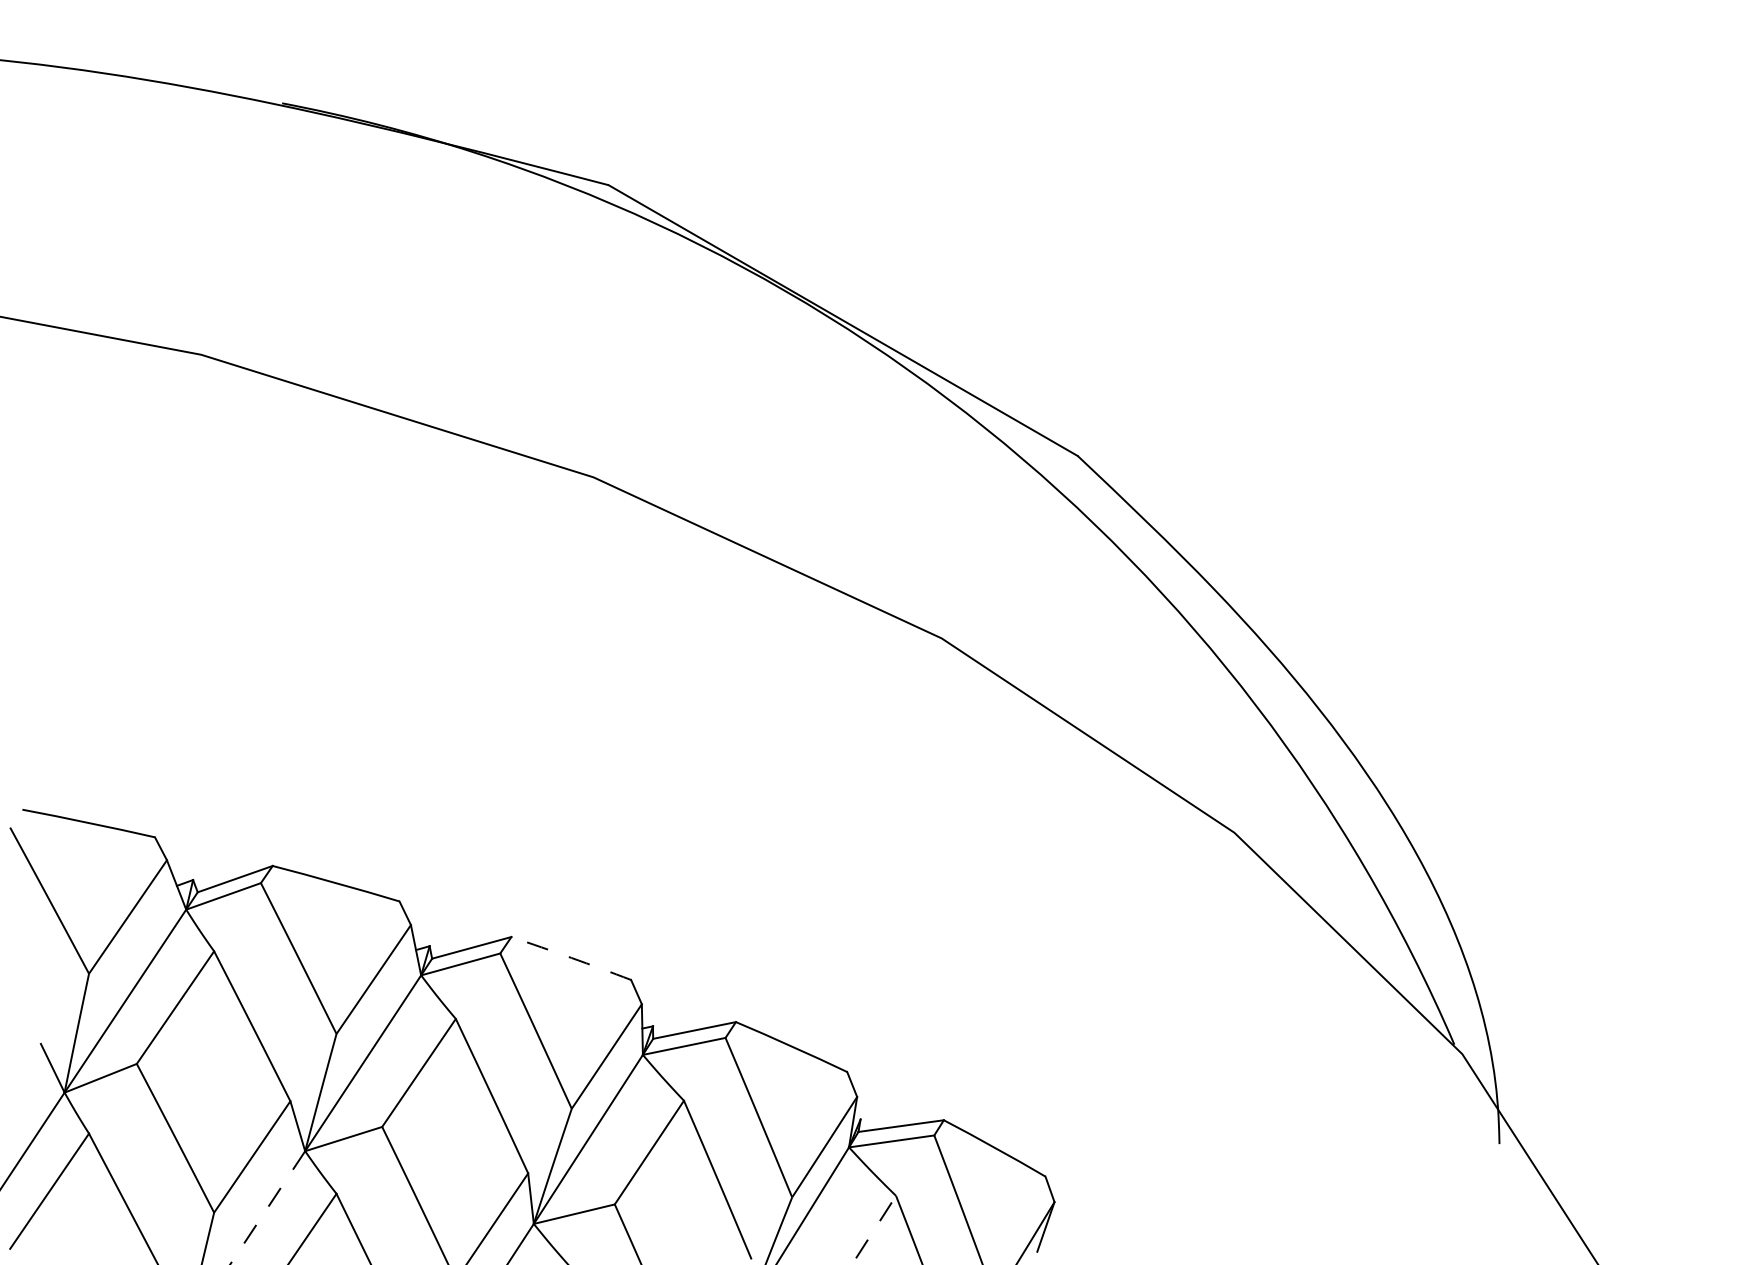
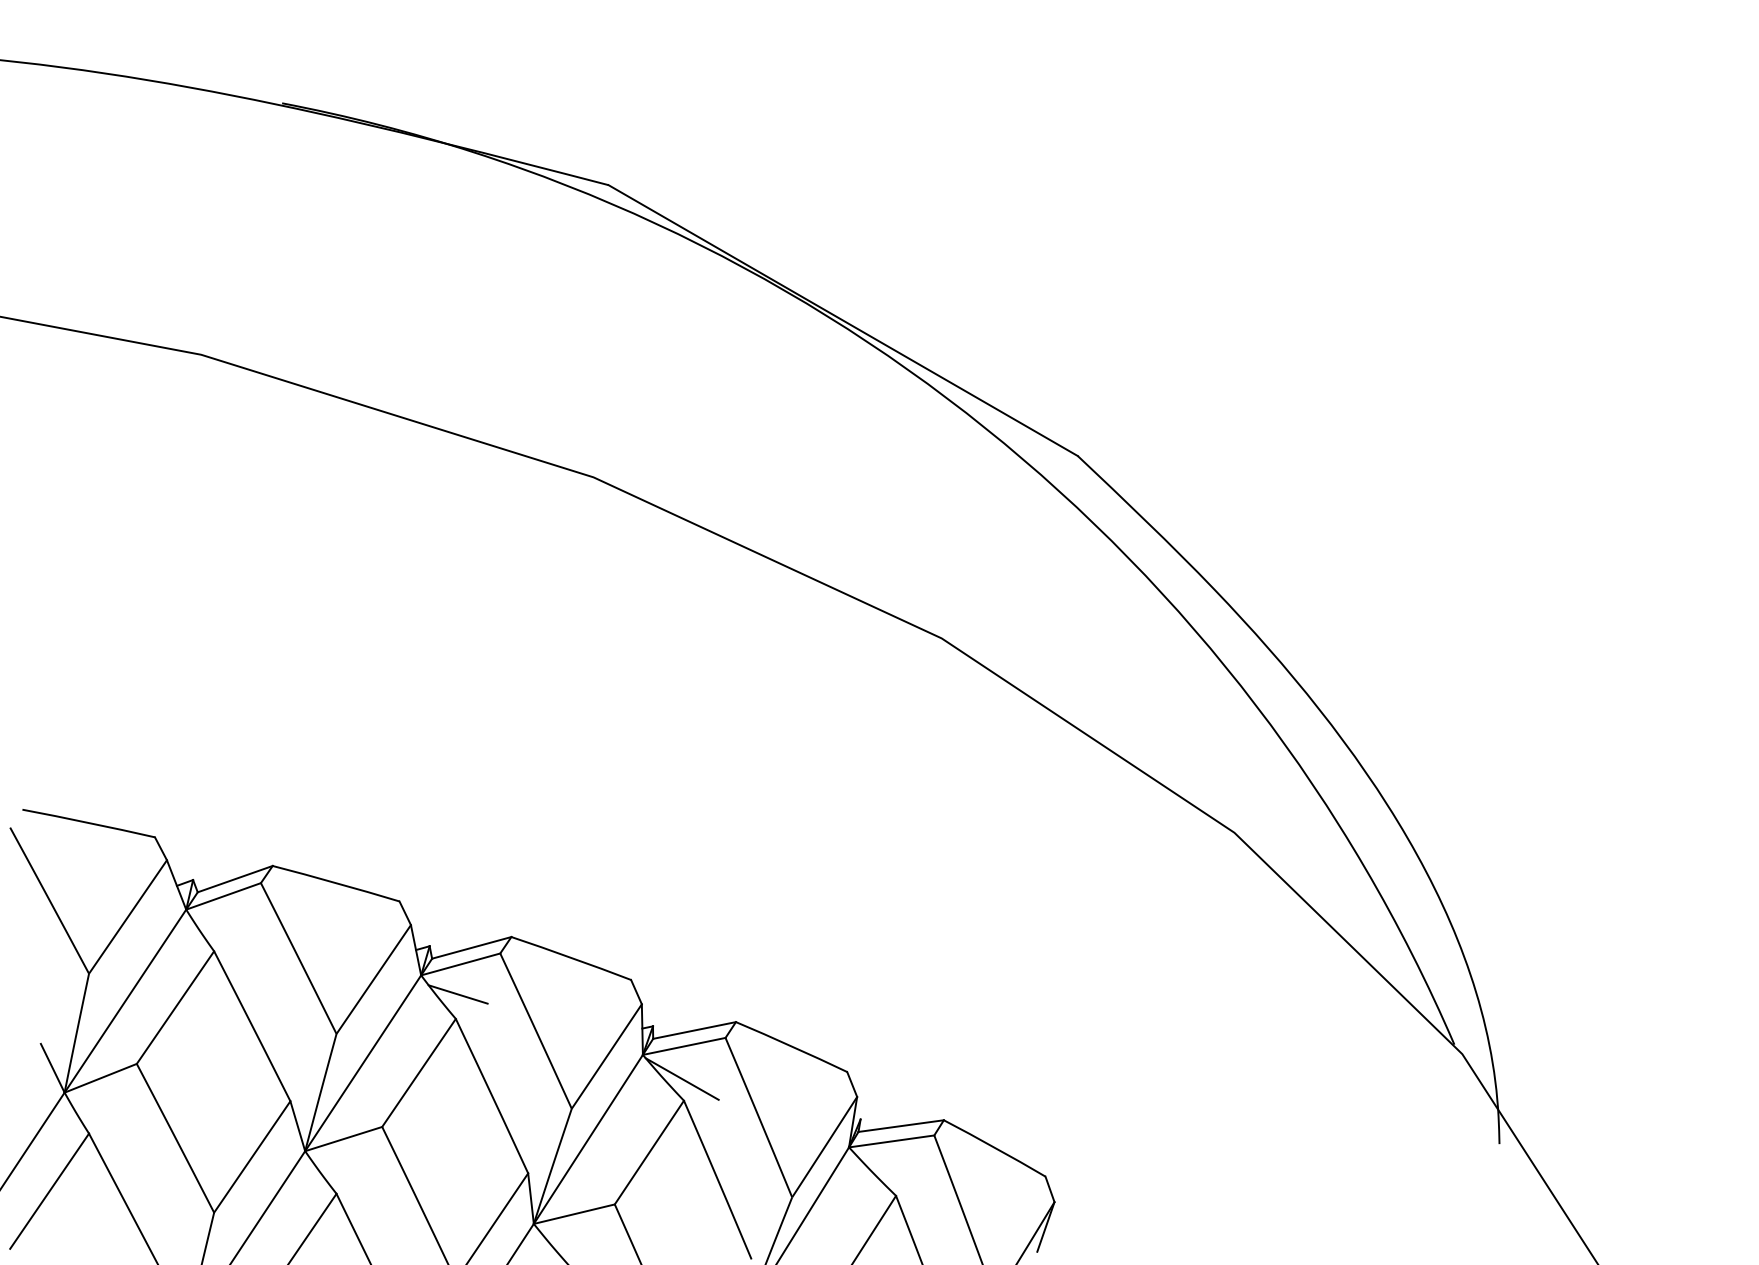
arc at (571, 957): dashed -> solid
line at (457, 994): none -> present
line at (681, 1078): none -> present
line at (267, 1207): dashed -> solid
line at (874, 1230): dashed -> solid
